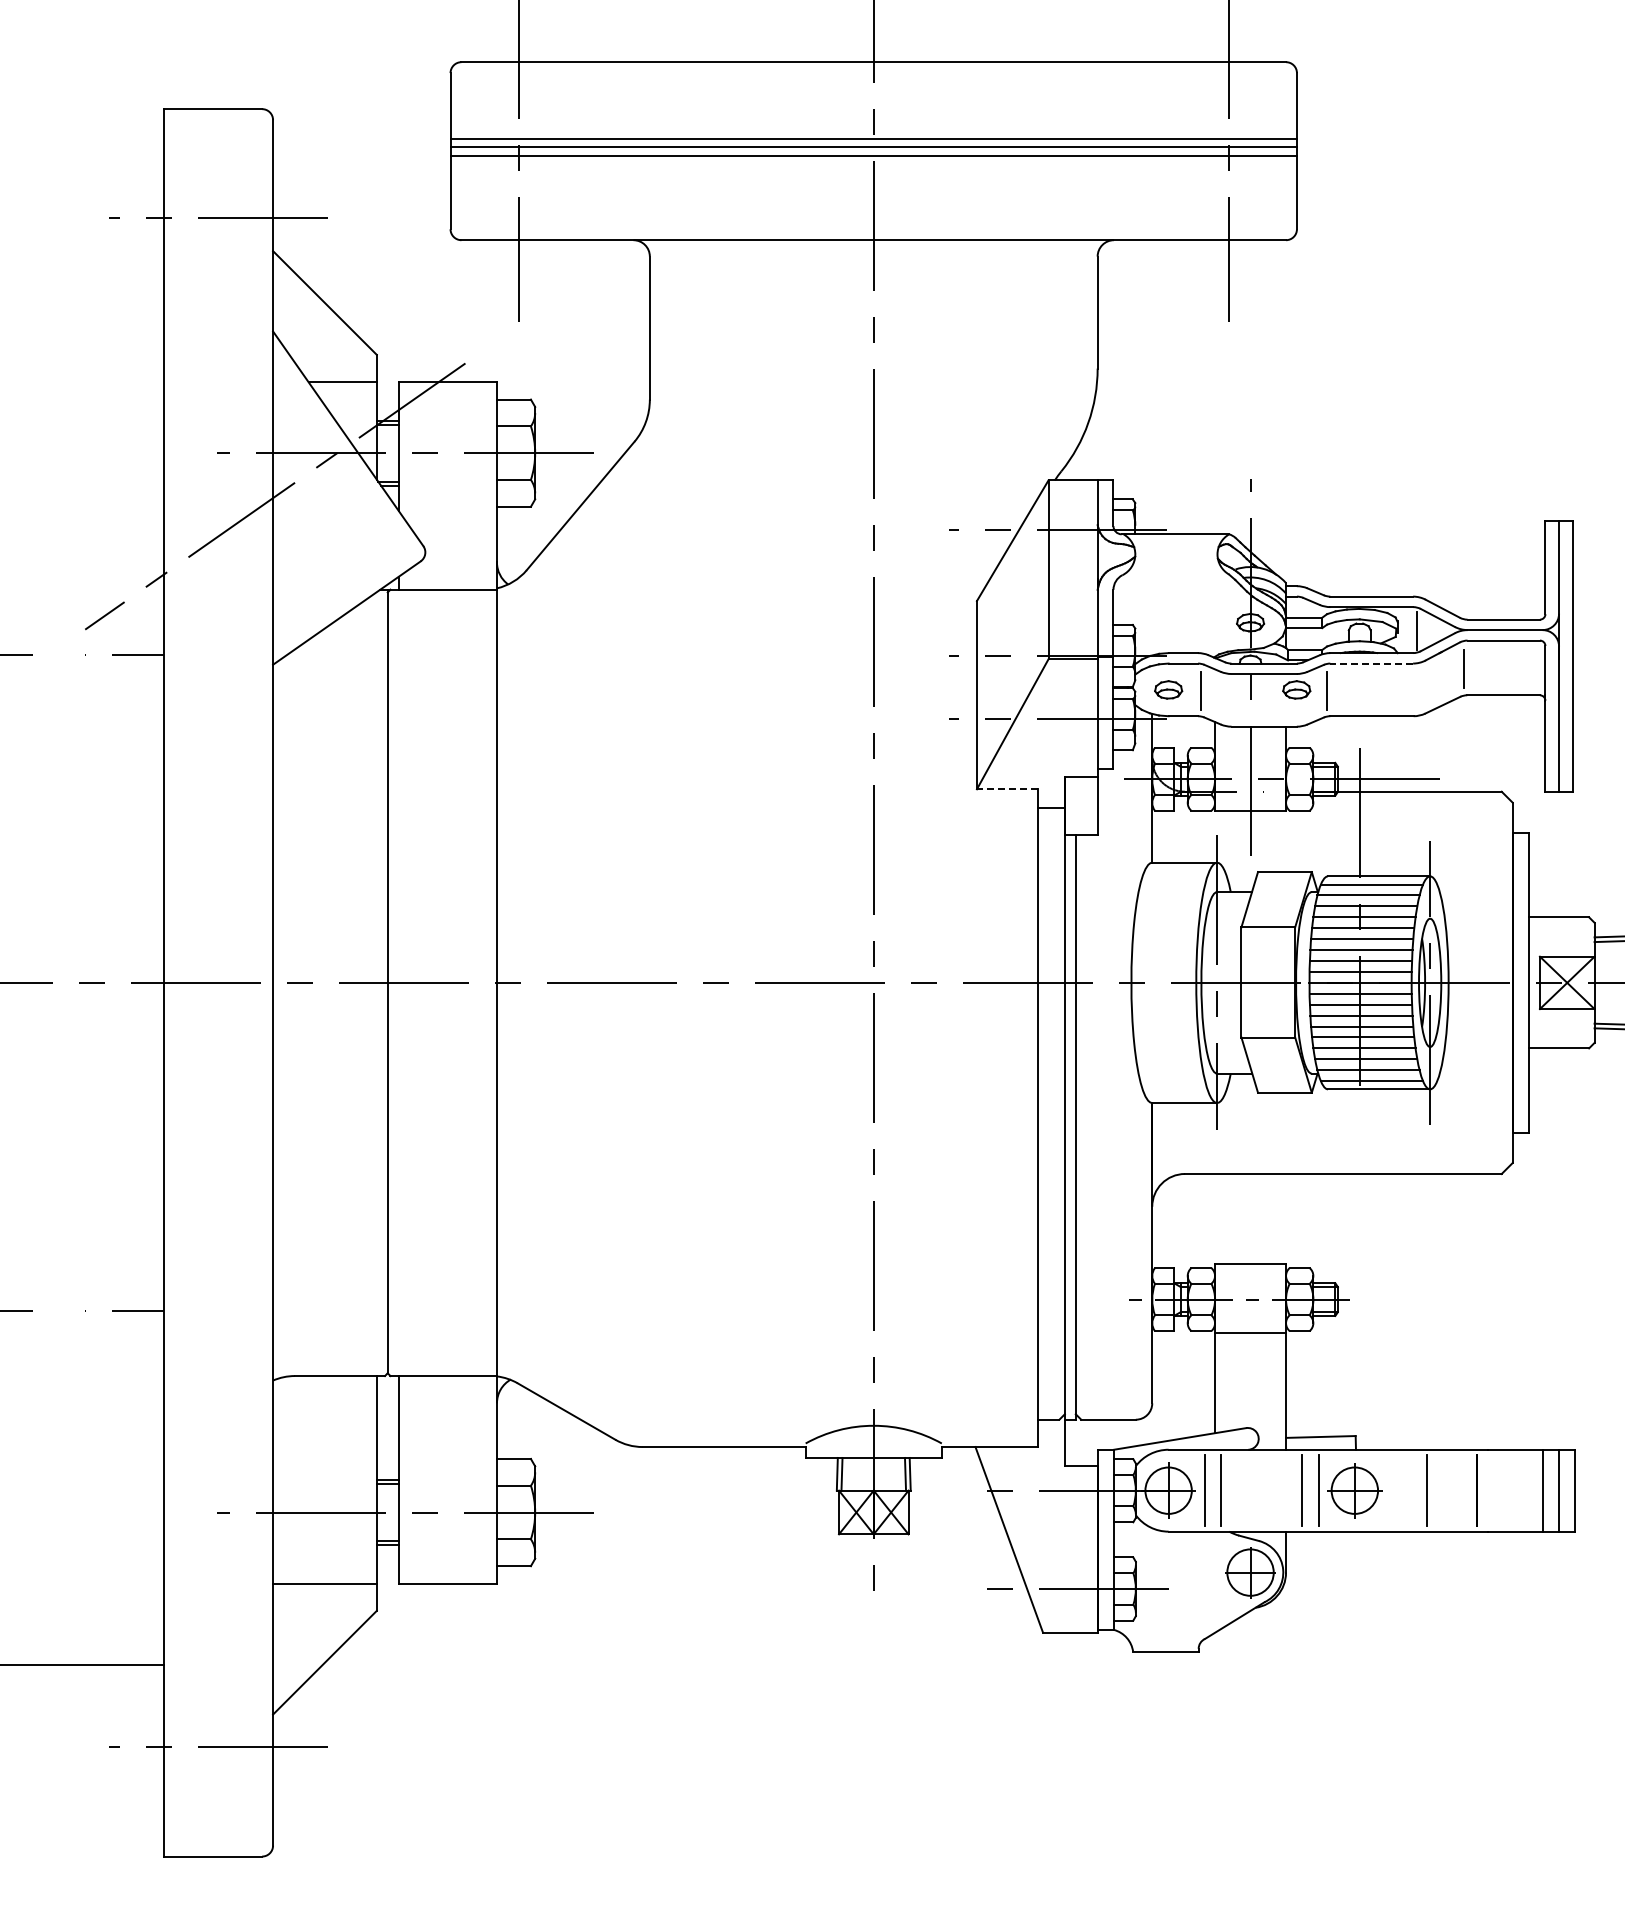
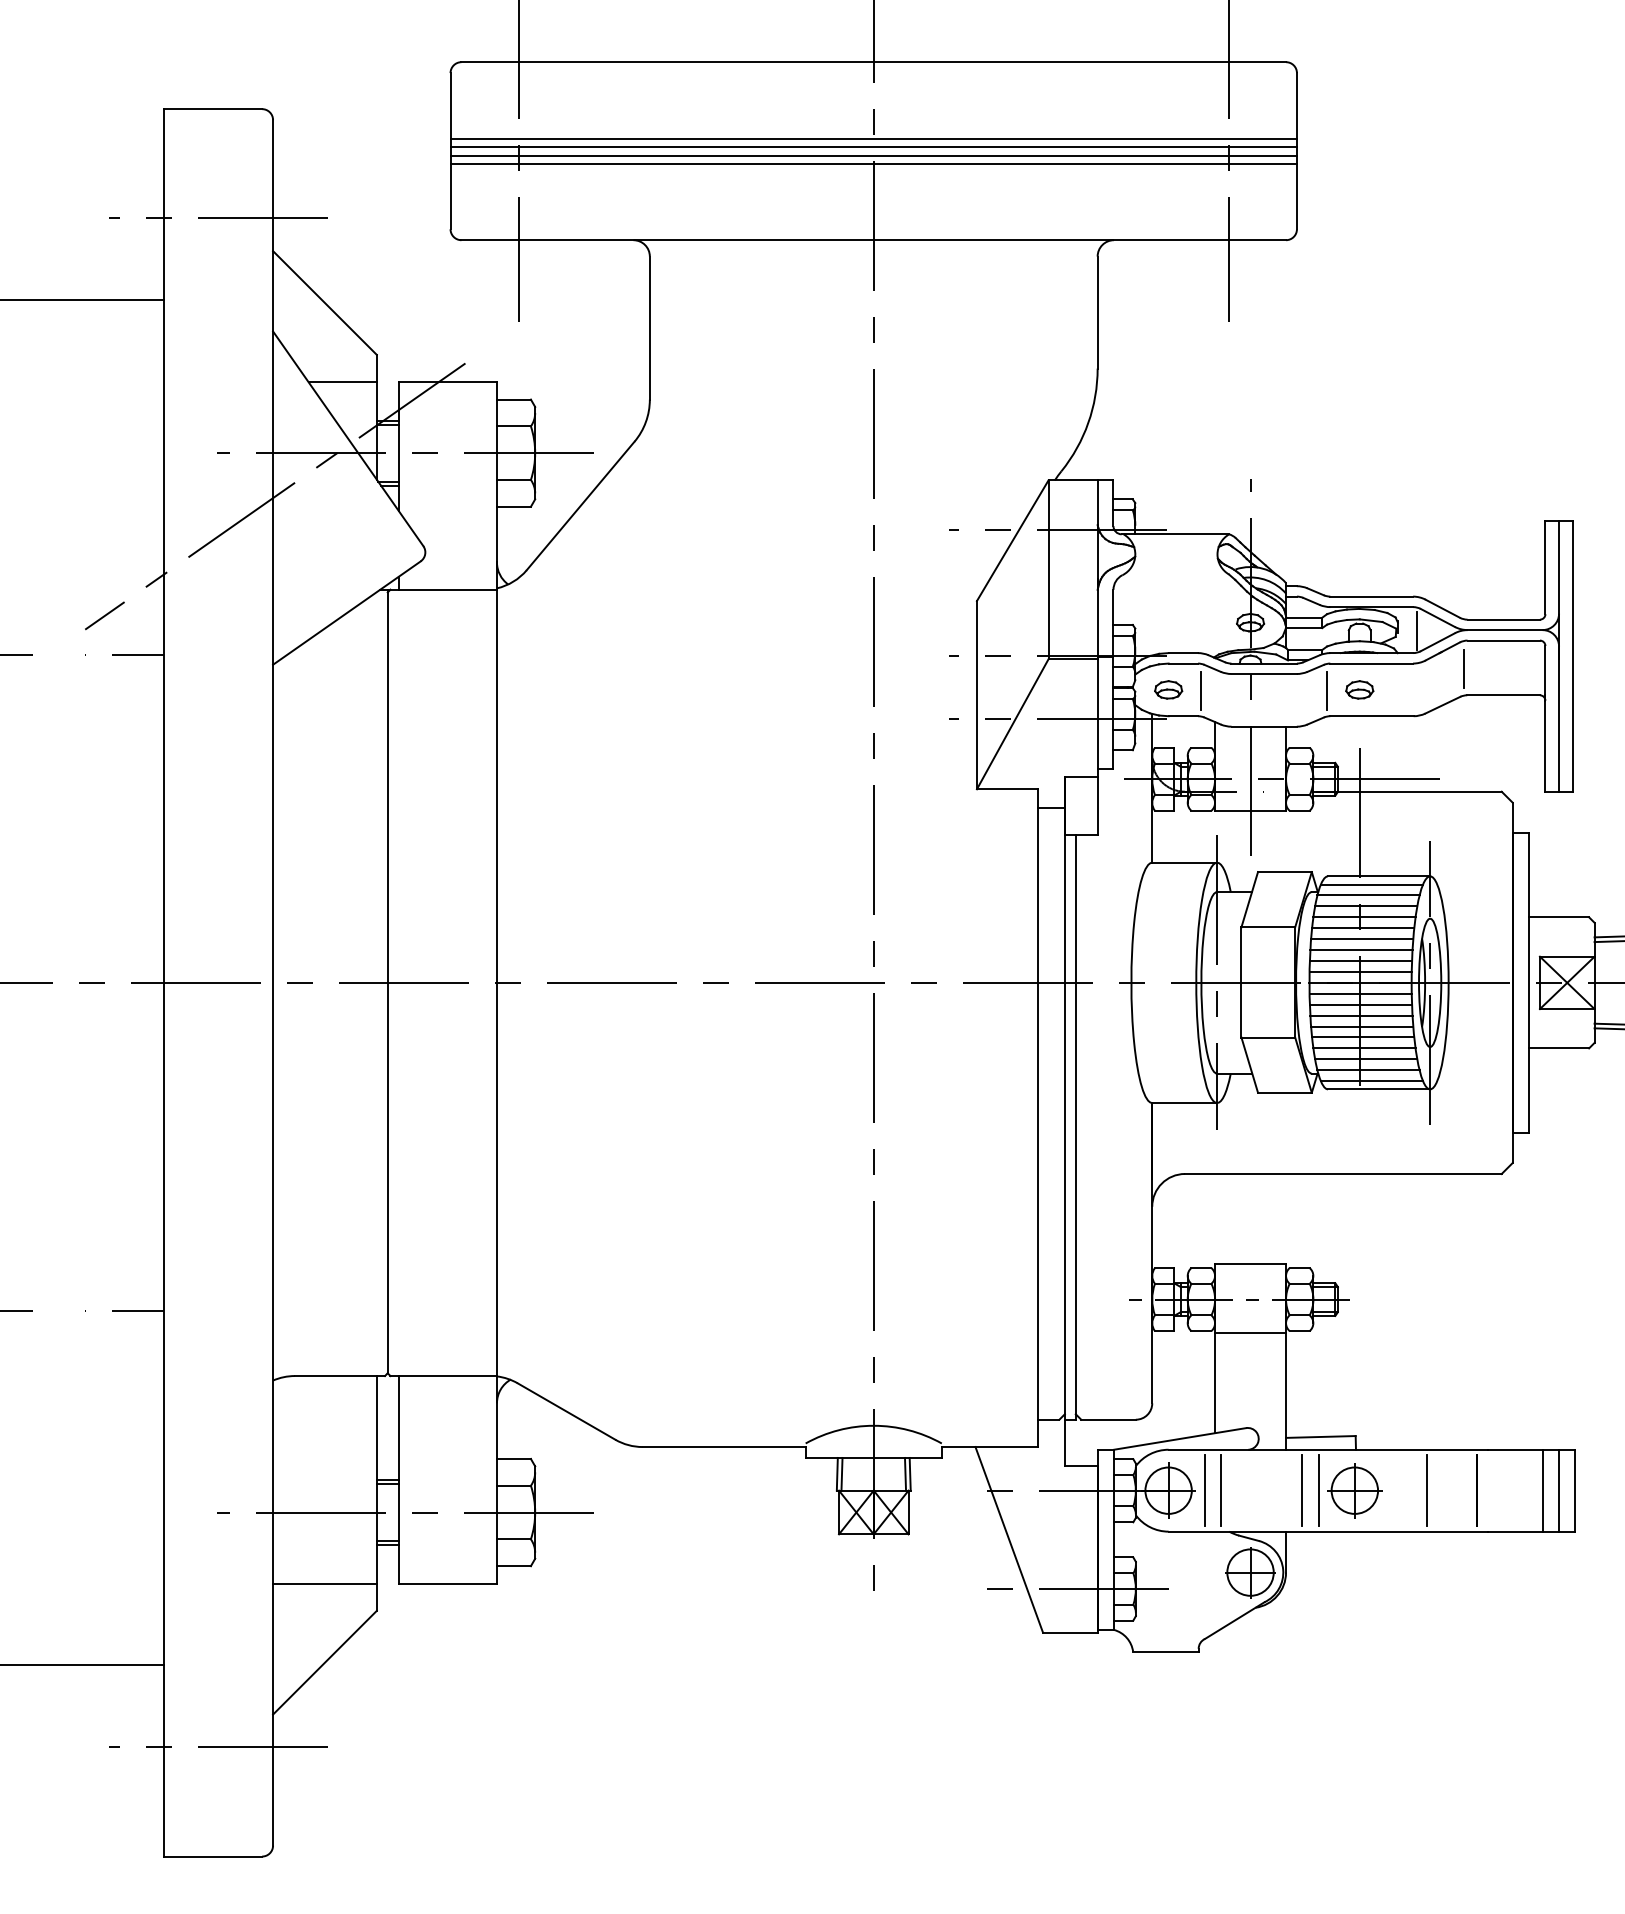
line at (873, 163): none -> present
line at (82, 300): none -> present
line at (1371, 663): dashed -> solid
part at (1296, 689) position: (1296, 689) -> (1359, 689)
line at (1006, 789): dashed -> solid
